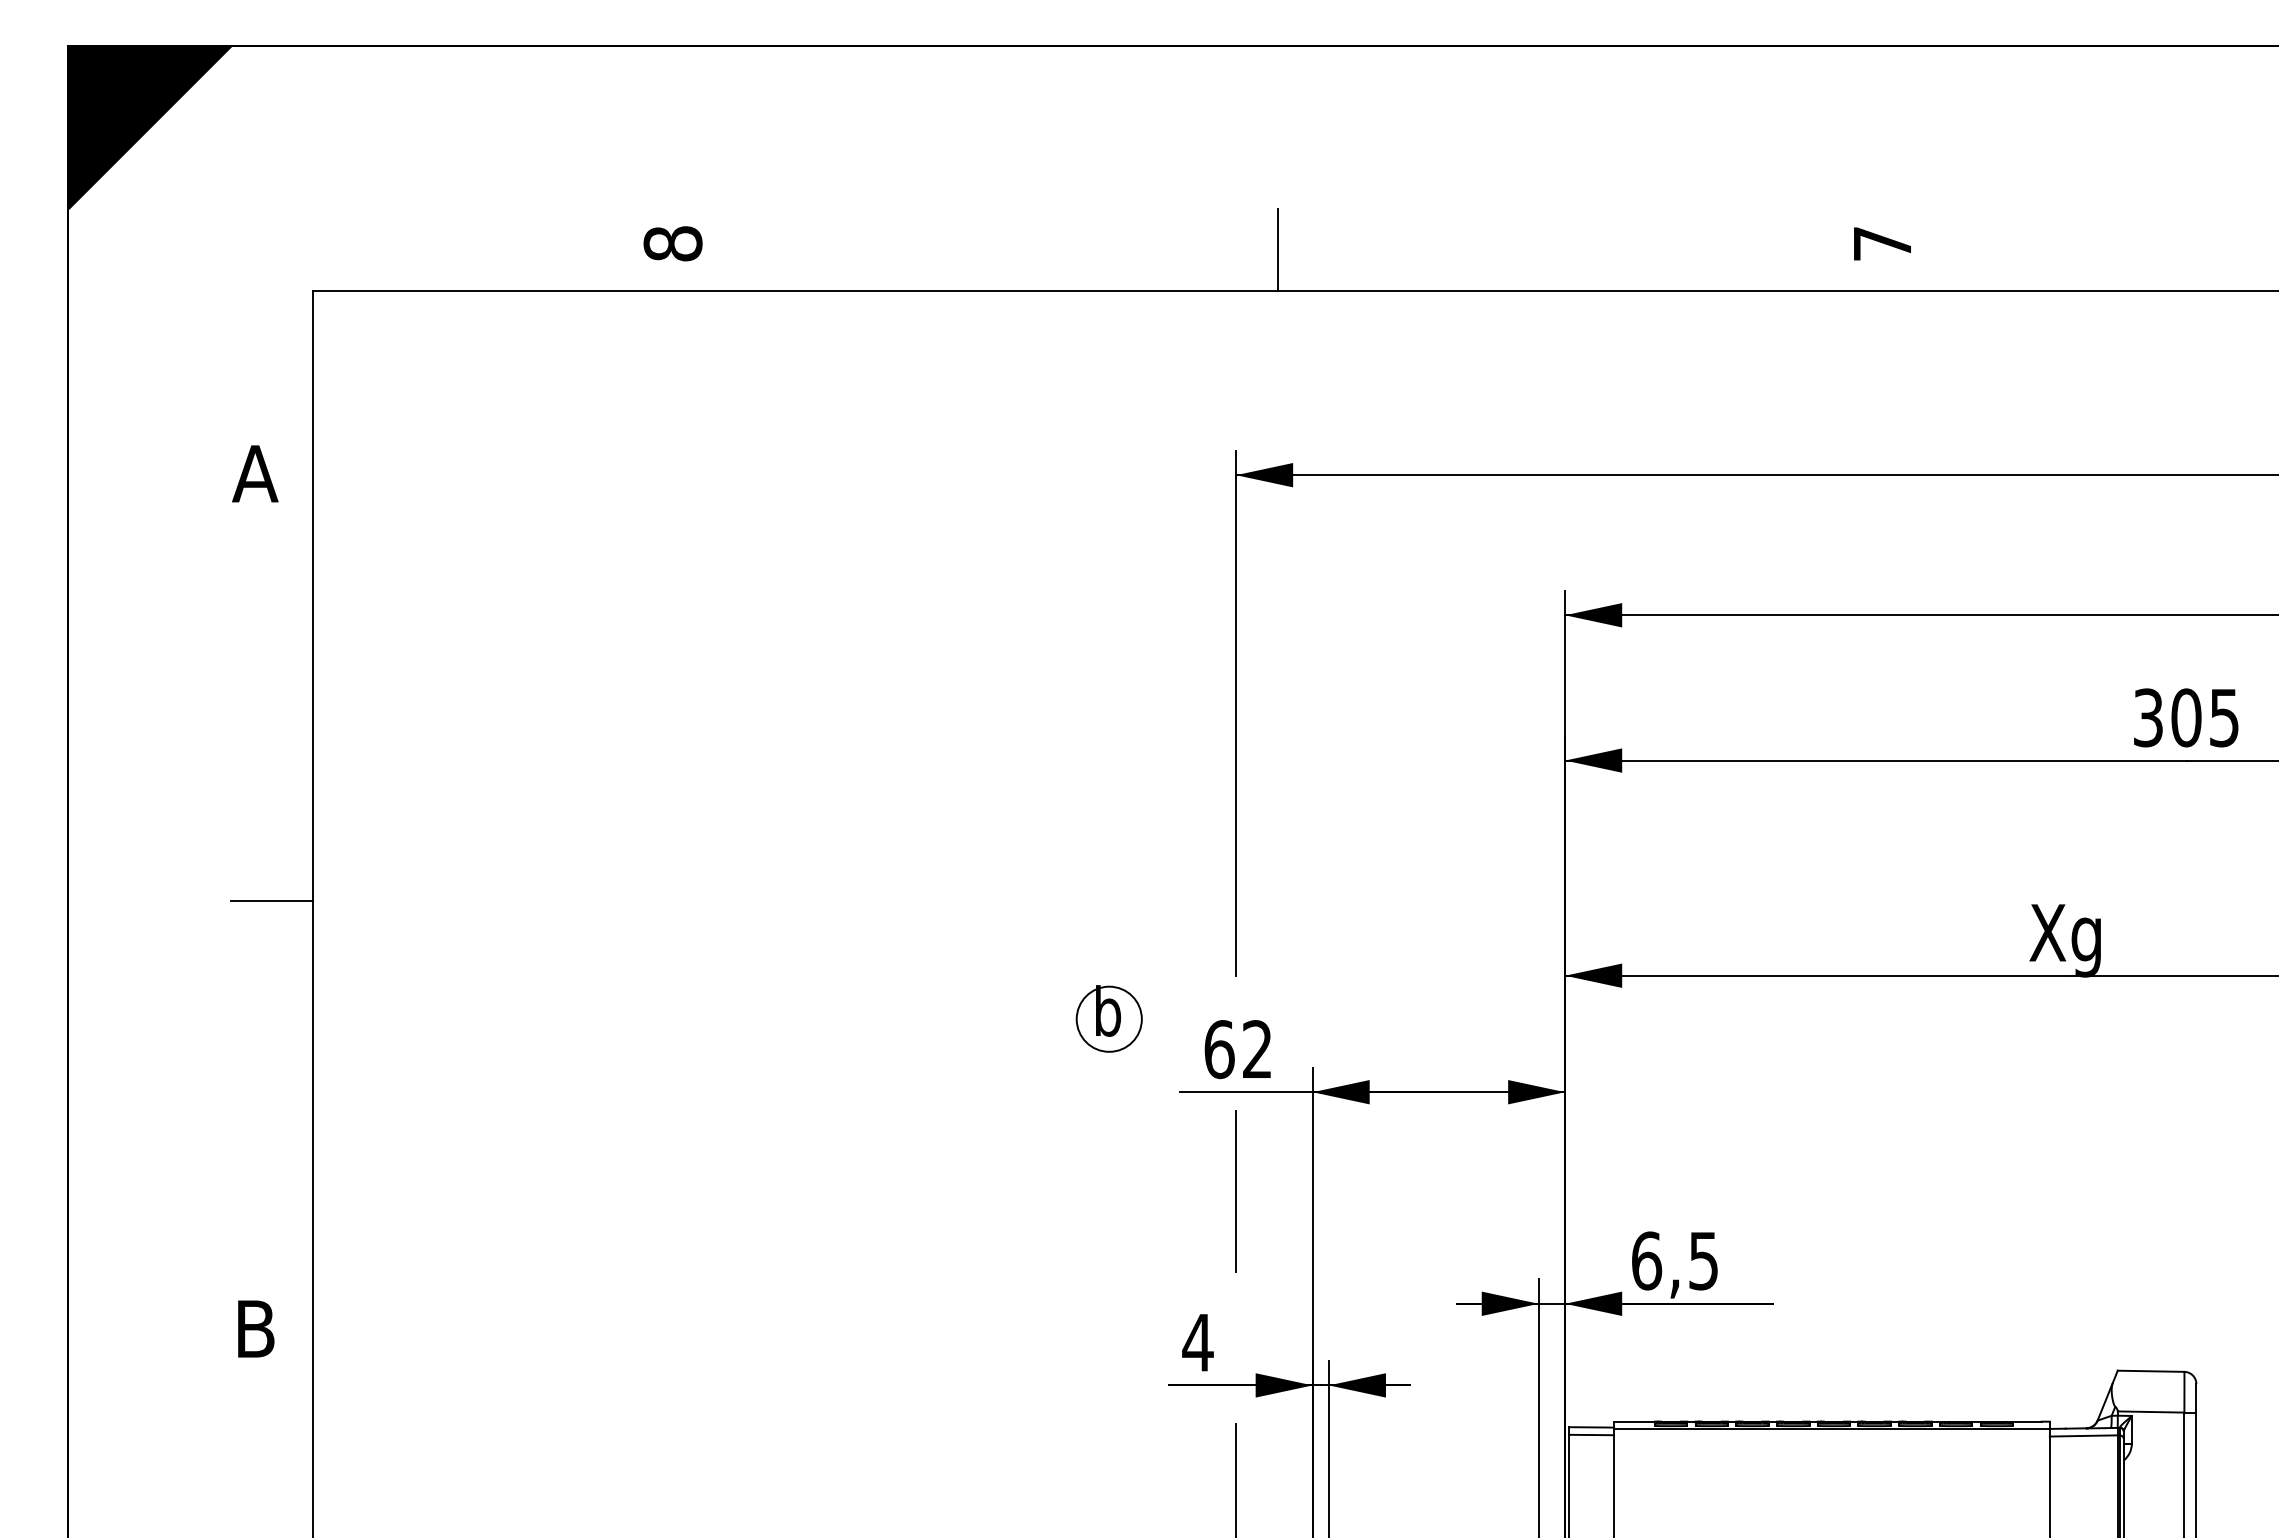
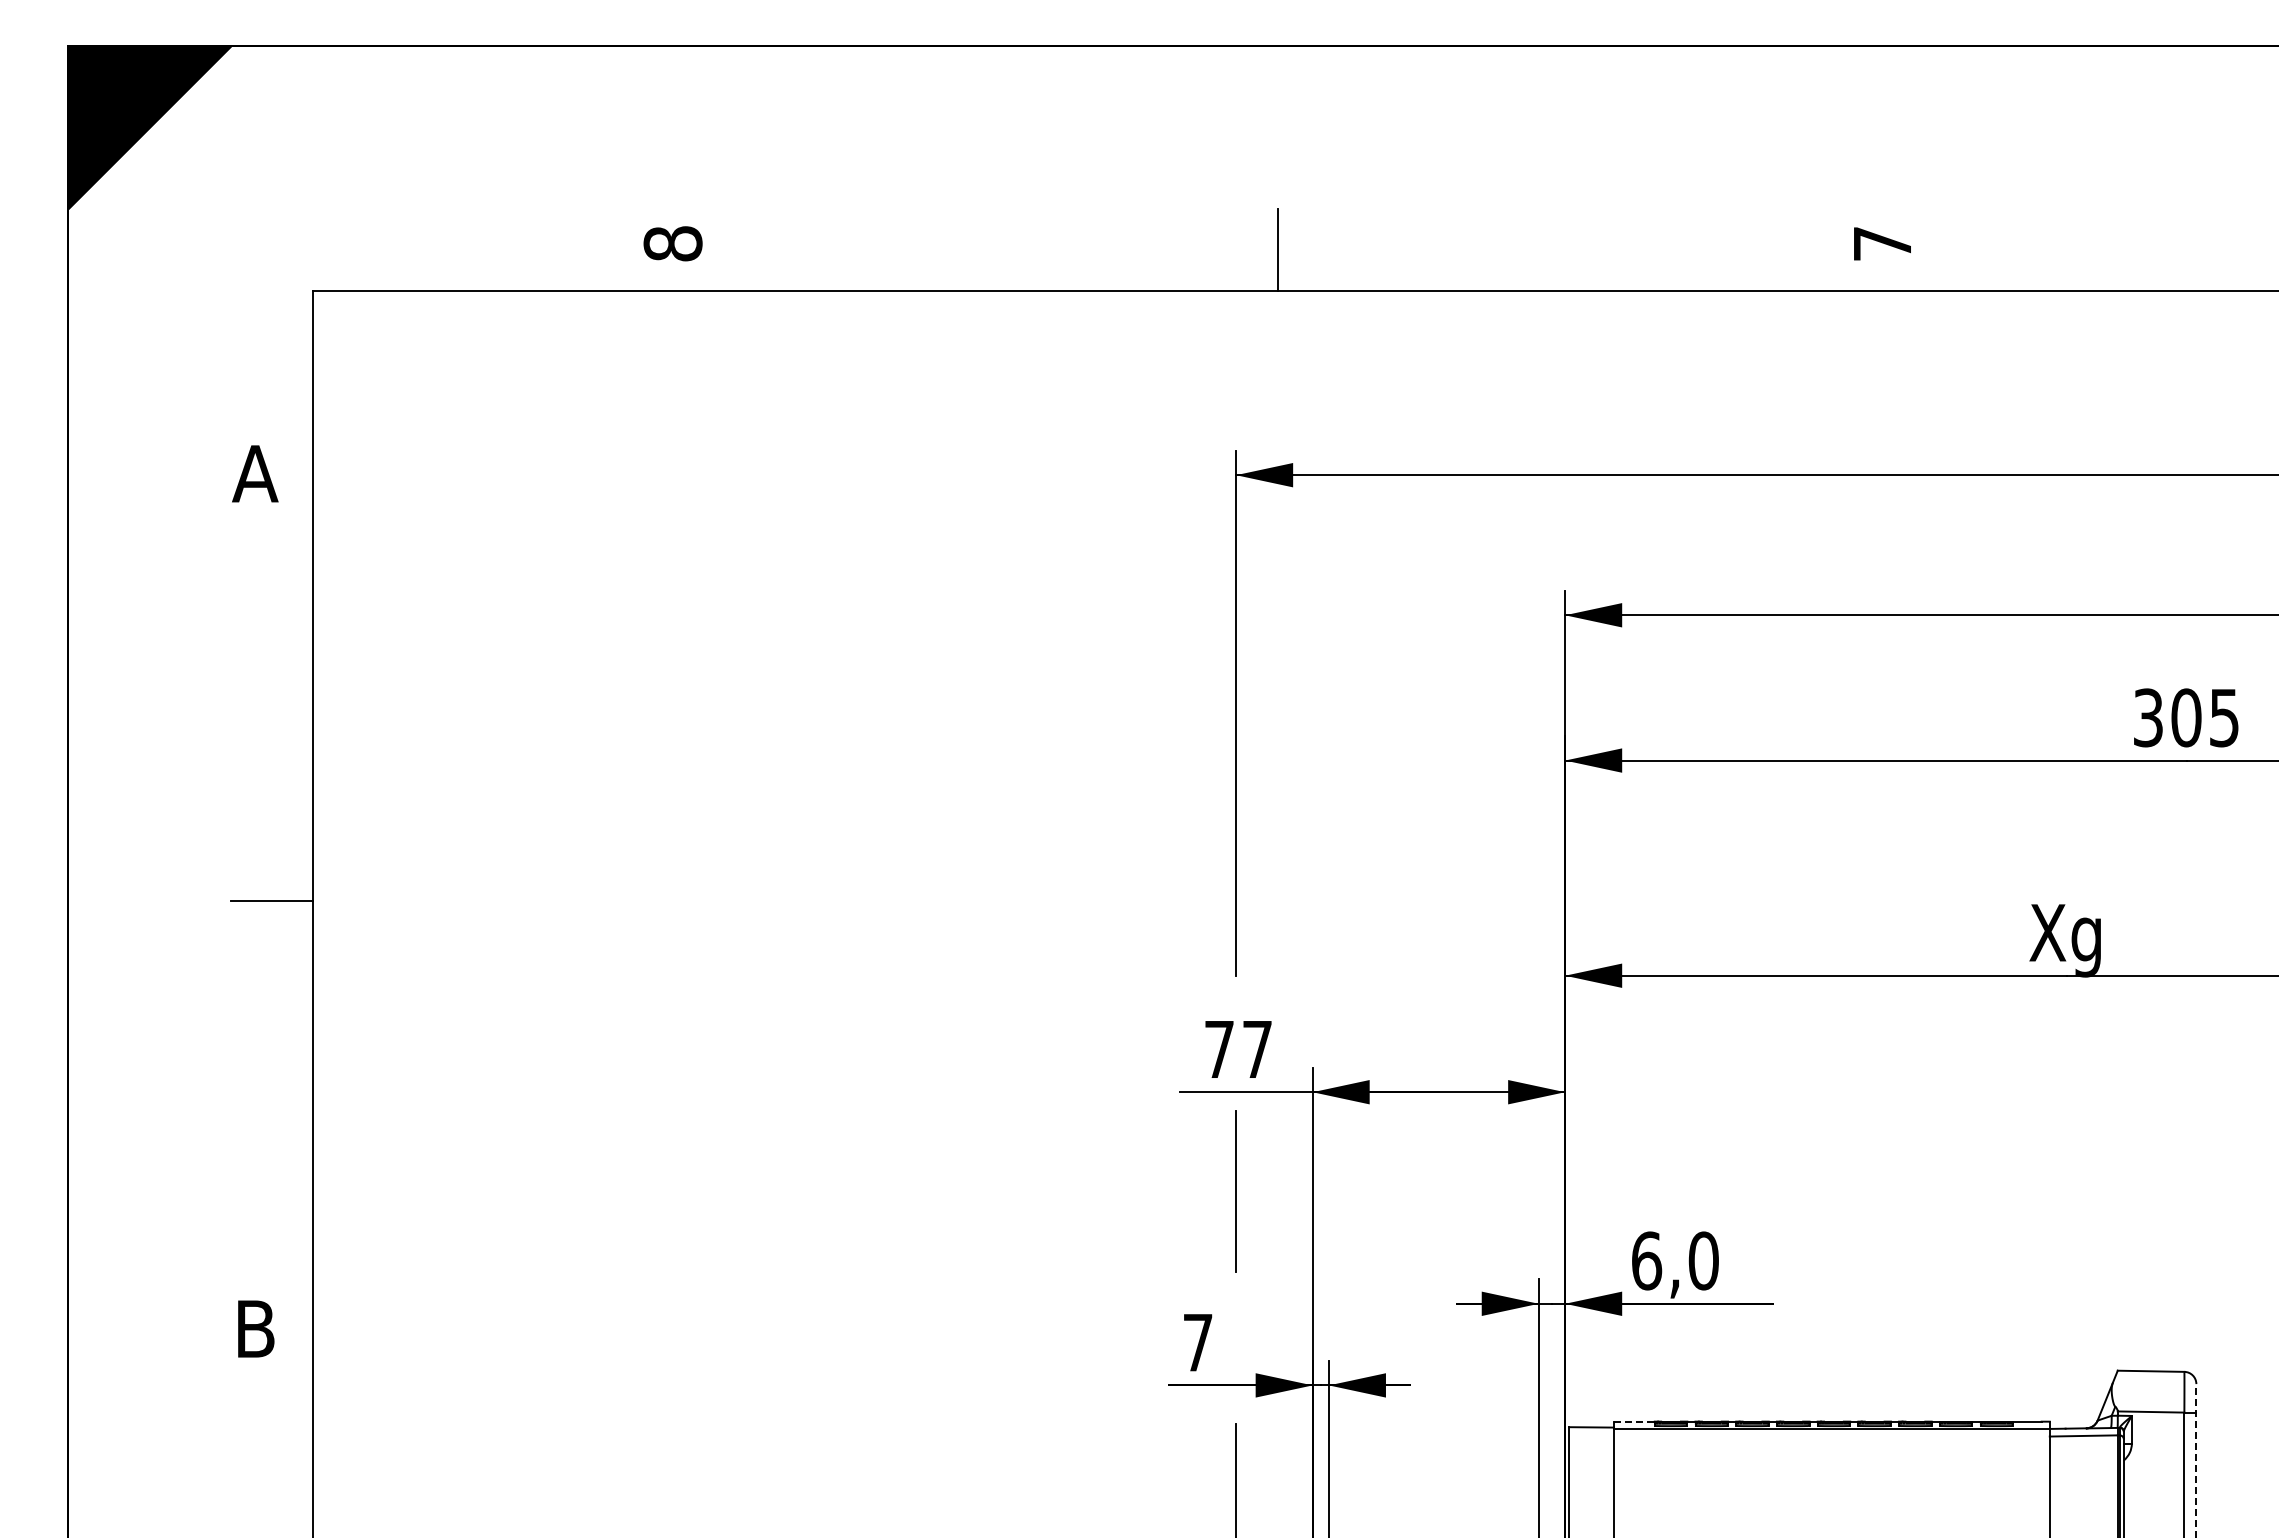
part at (1108, 1018): present -> none
text at (1237, 1049): 62 -> 77
text at (1703, 1260): 6,5 -> 6,0
text at (1197, 1342): 4 -> 7
line at (1634, 1421): solid -> dashed
line at (1591, 1434): present -> none
line at (2196, 1460): solid -> dashed
